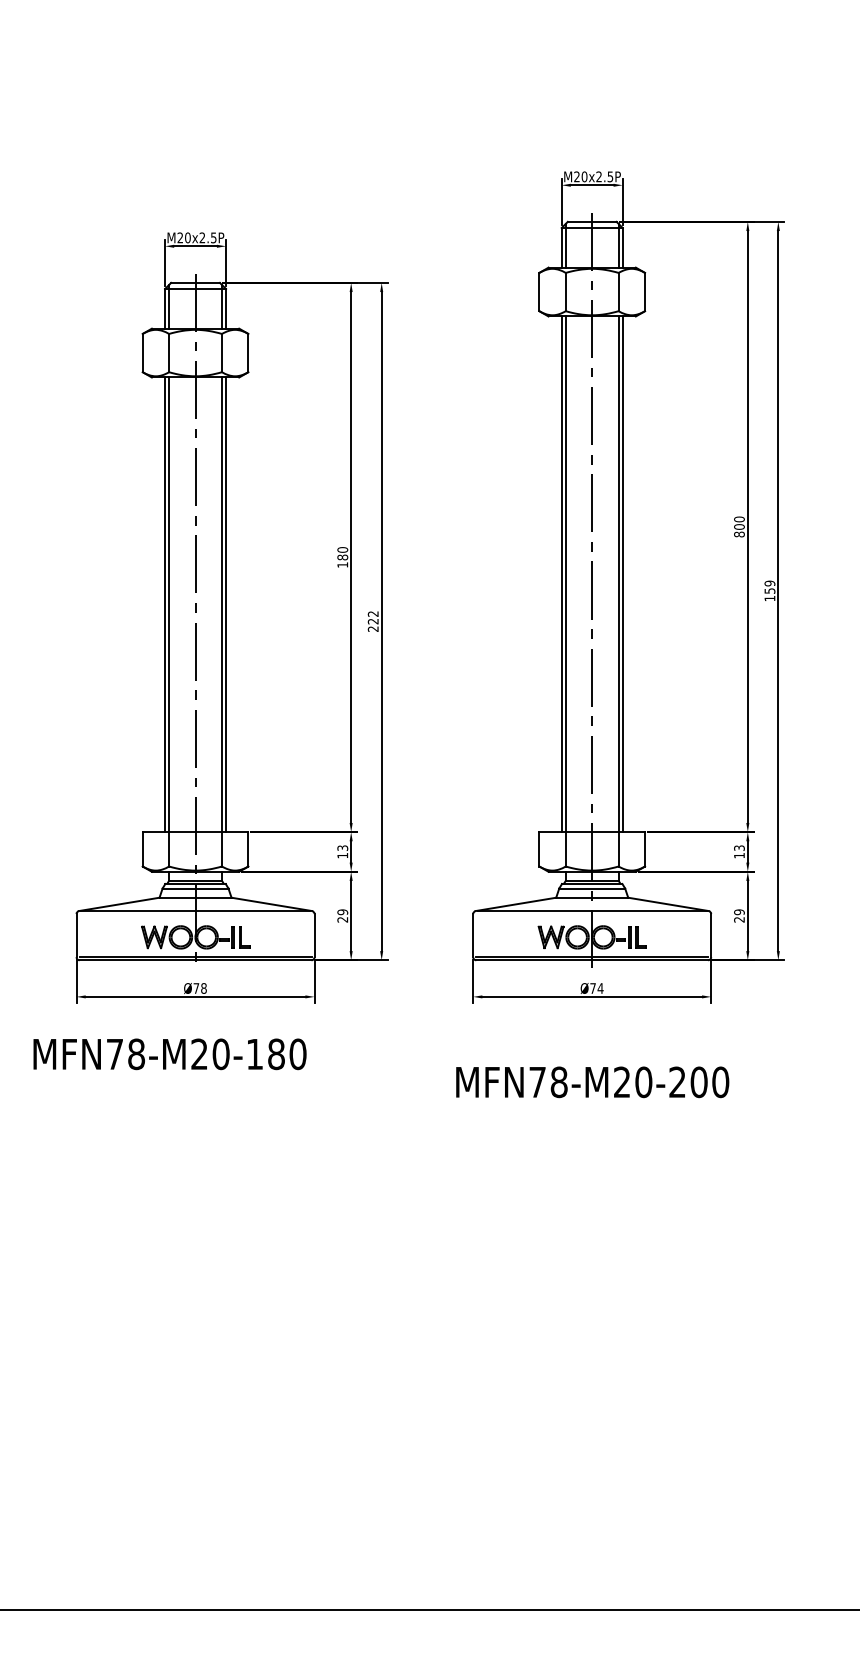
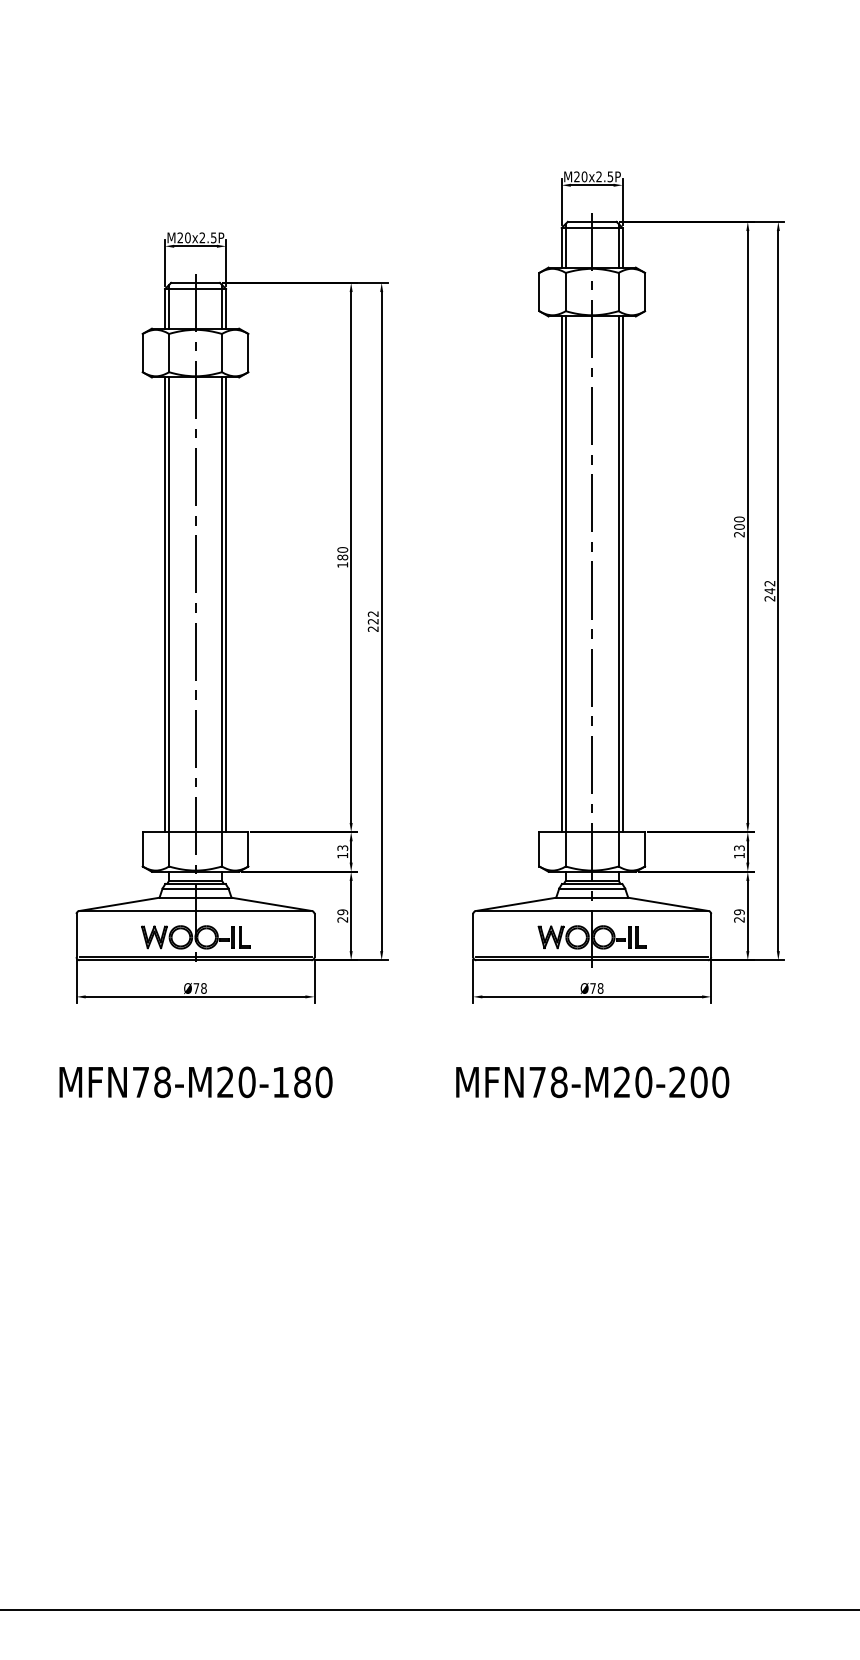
text at (739, 534): 800 -> 200
text at (769, 590): 159 -> 242
text at (600, 988): Ø74 -> Ø78
text at (169, 1054) position: (169, 1054) -> (195, 1082)
